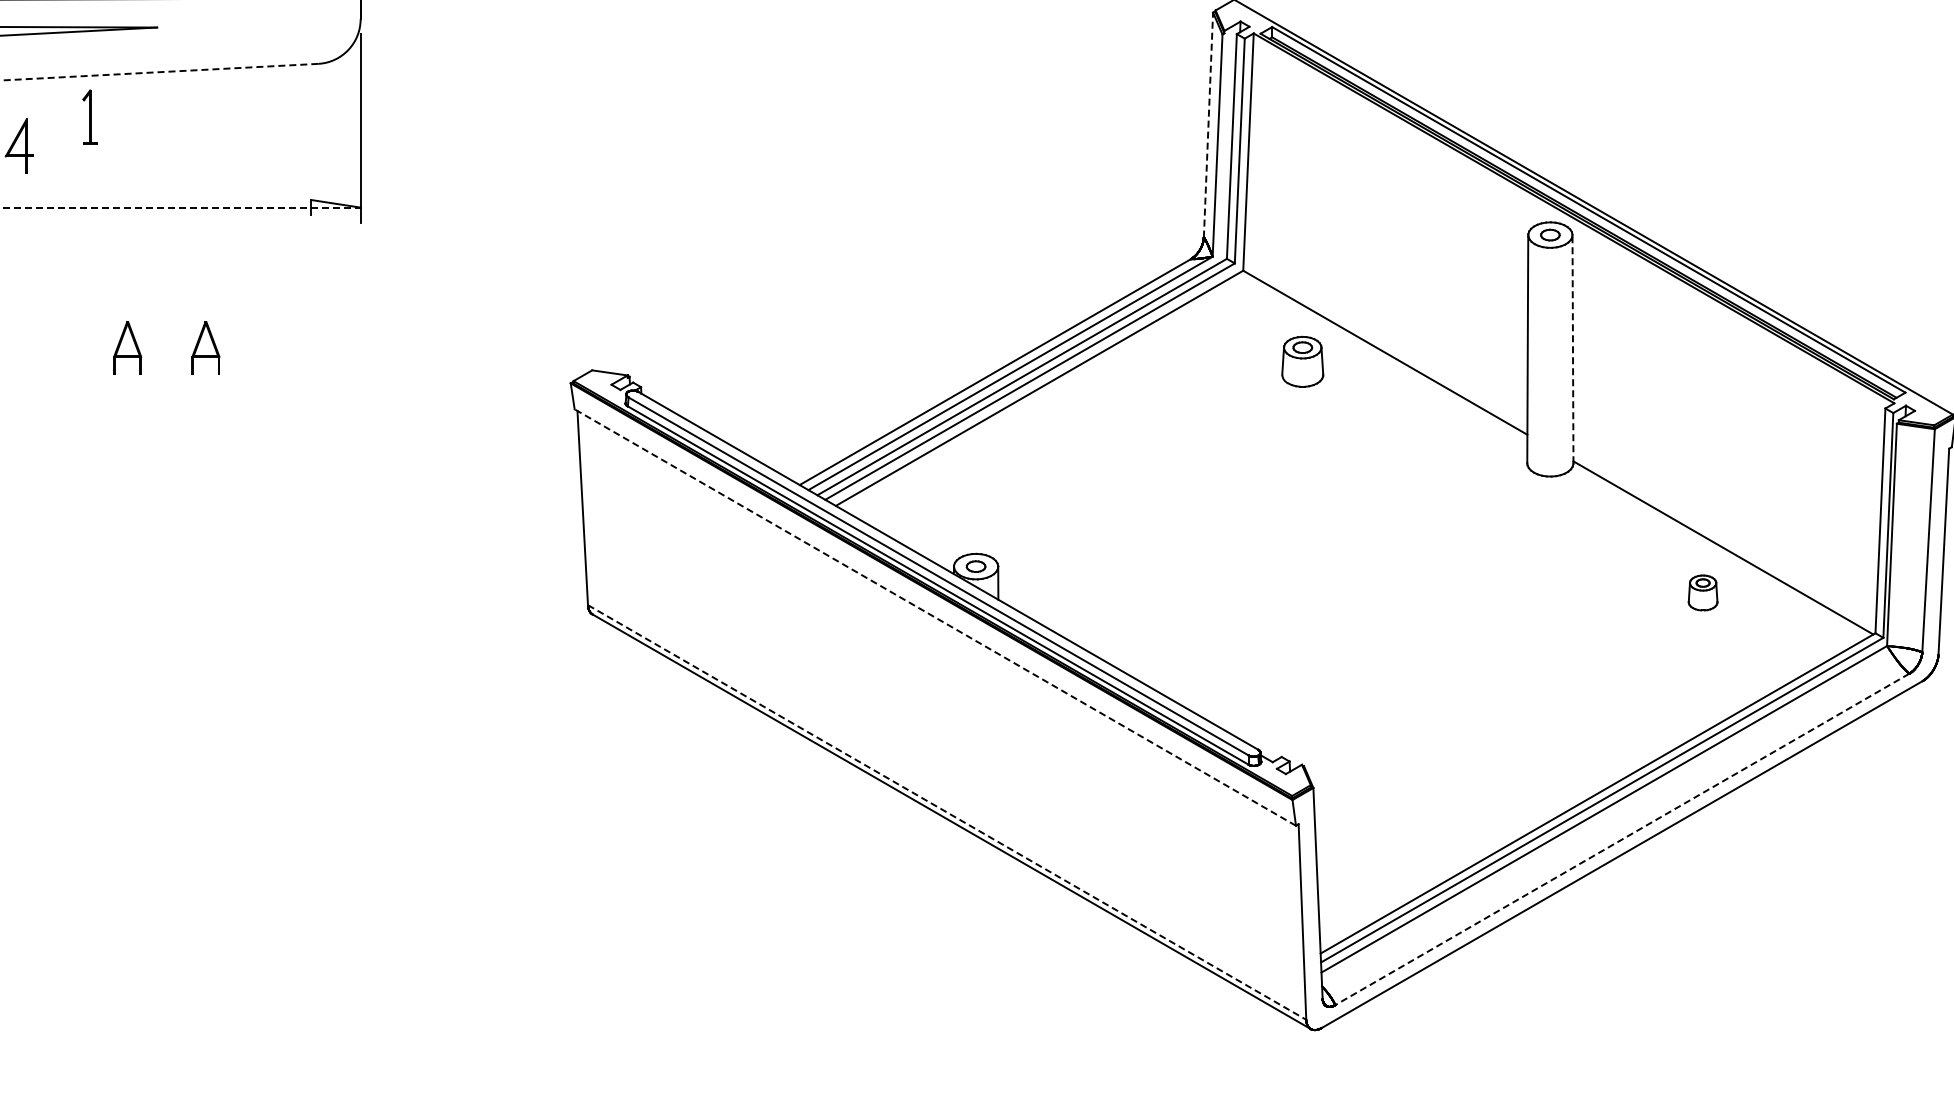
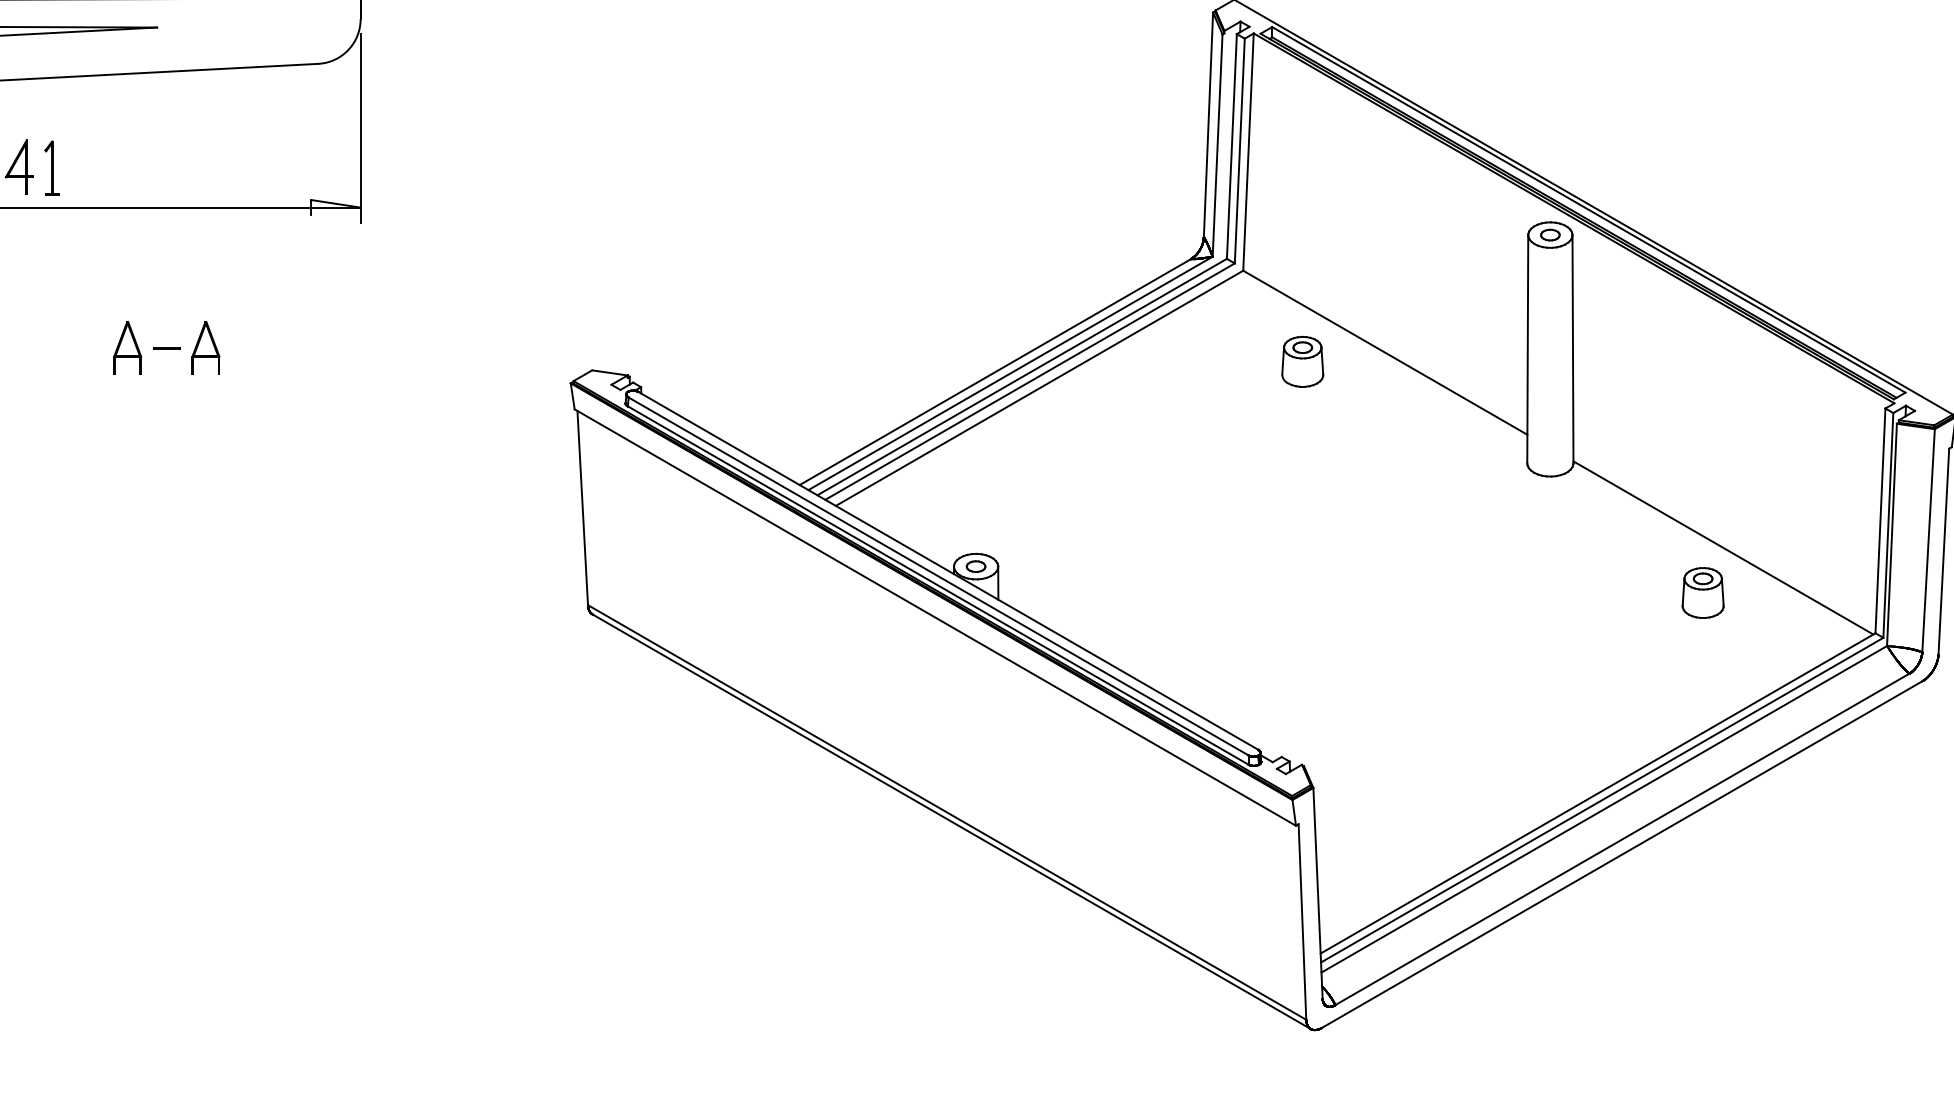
line at (159, 72): dashed -> solid
part at (89, 116) position: (89, 116) -> (51, 167)
line at (1208, 125): dashed -> solid
part at (18, 145) position: (18, 145) -> (18, 166)
line at (180, 207): dashed -> solid
line at (166, 348): none -> present
line at (1572, 348): dashed -> solid
part at (1702, 592) size: 32x38 px -> 44x52 px
line at (934, 617): dashed -> solid
line at (947, 812): dashed -> solid
line at (1621, 839): dashed -> solid
